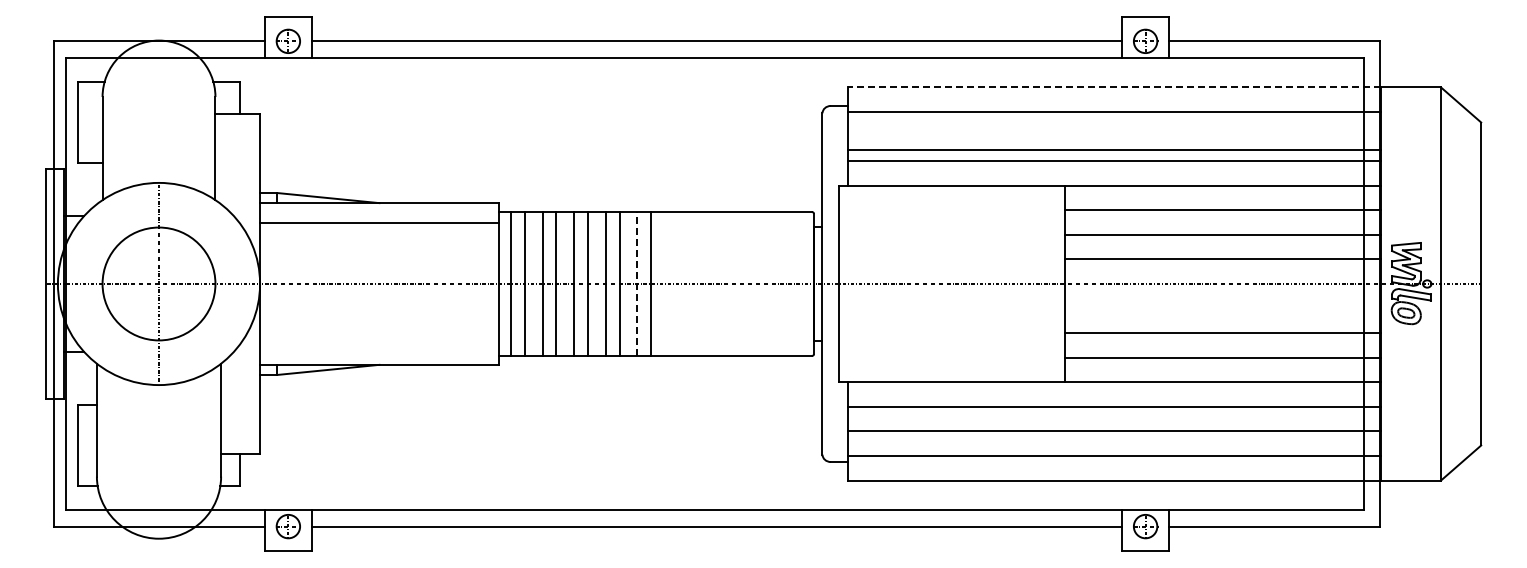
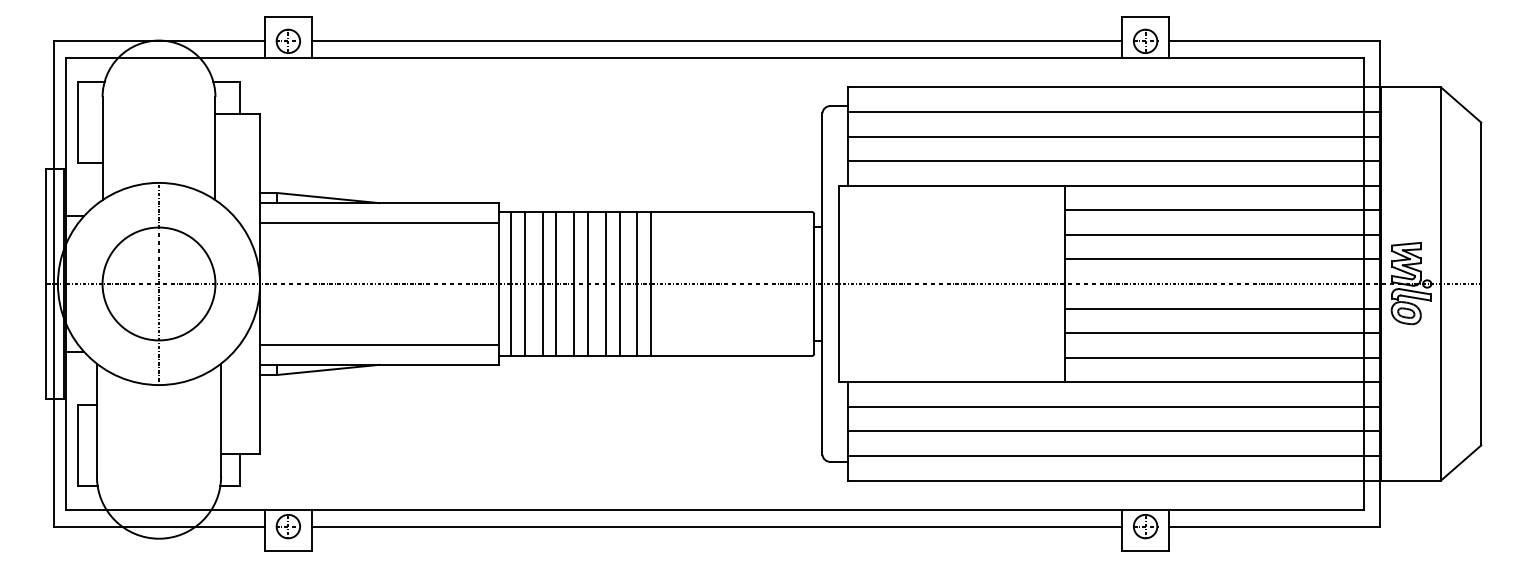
line at (1114, 87): dashed -> solid
line at (1113, 149) position: (1113, 149) -> (1113, 136)
line at (637, 284): dashed -> solid
line at (1222, 308): none -> present
line at (379, 344): none -> present
